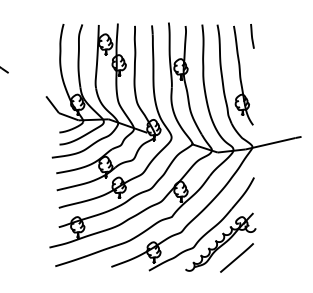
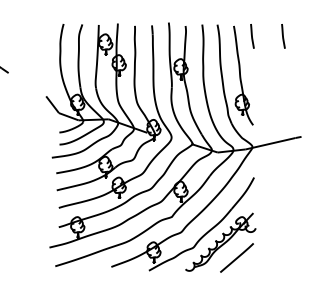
line at (283, 36): none -> present
